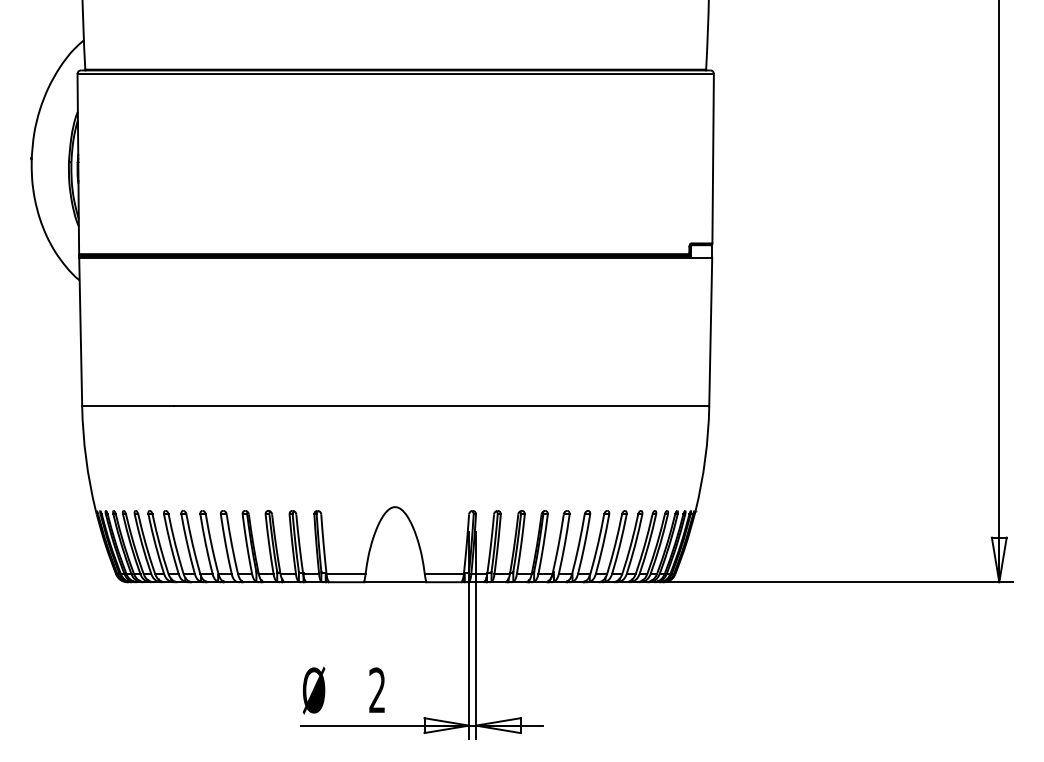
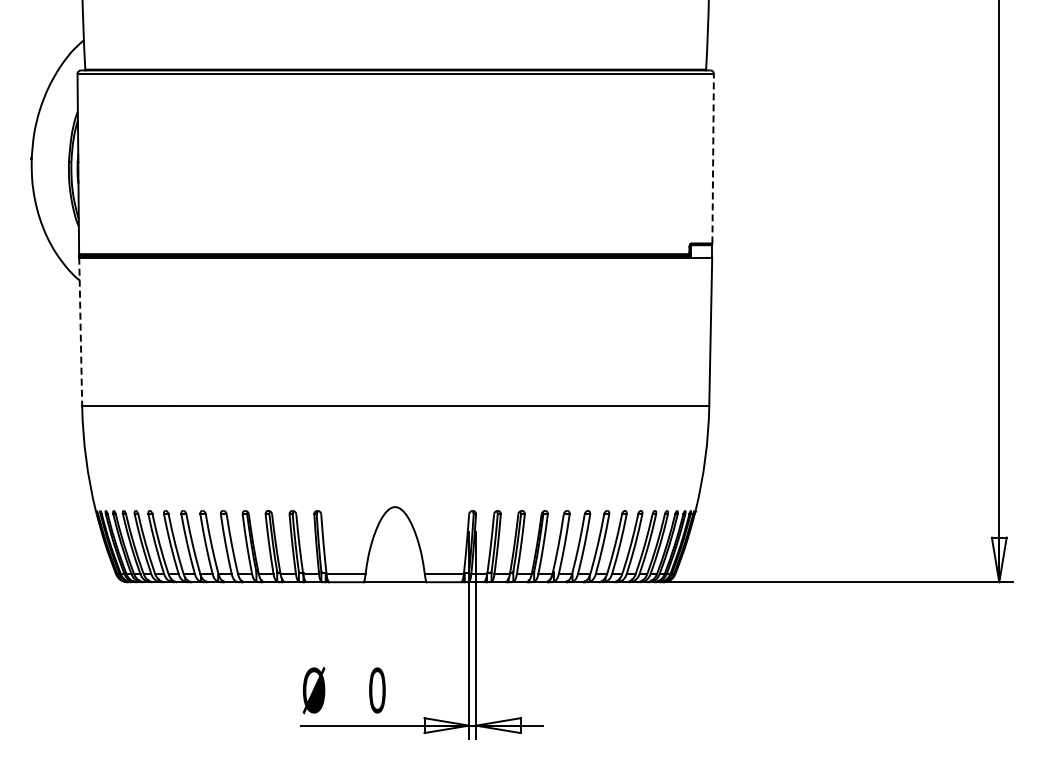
line at (713, 158): solid -> dashed
line at (80, 332): solid -> dashed
text at (377, 690): 2 -> 0
